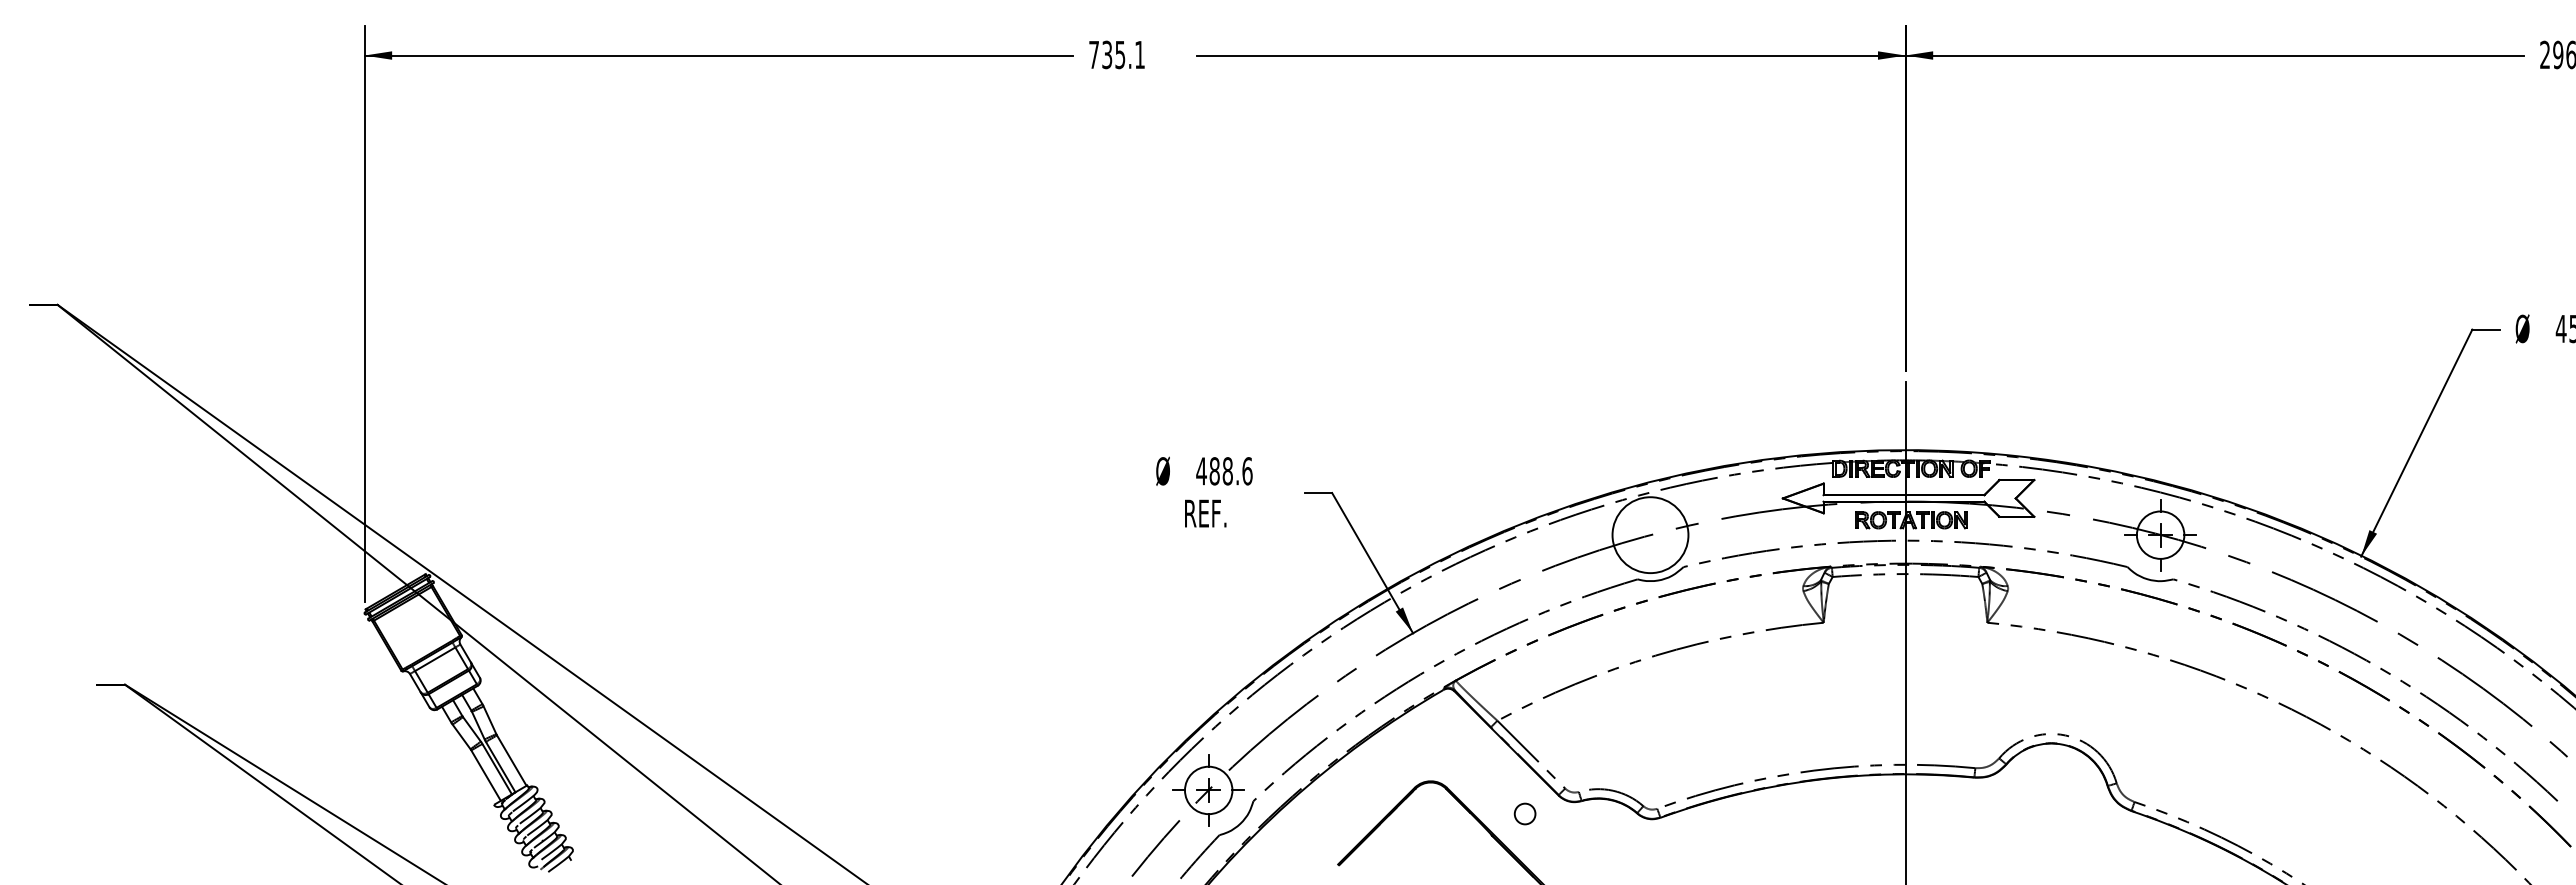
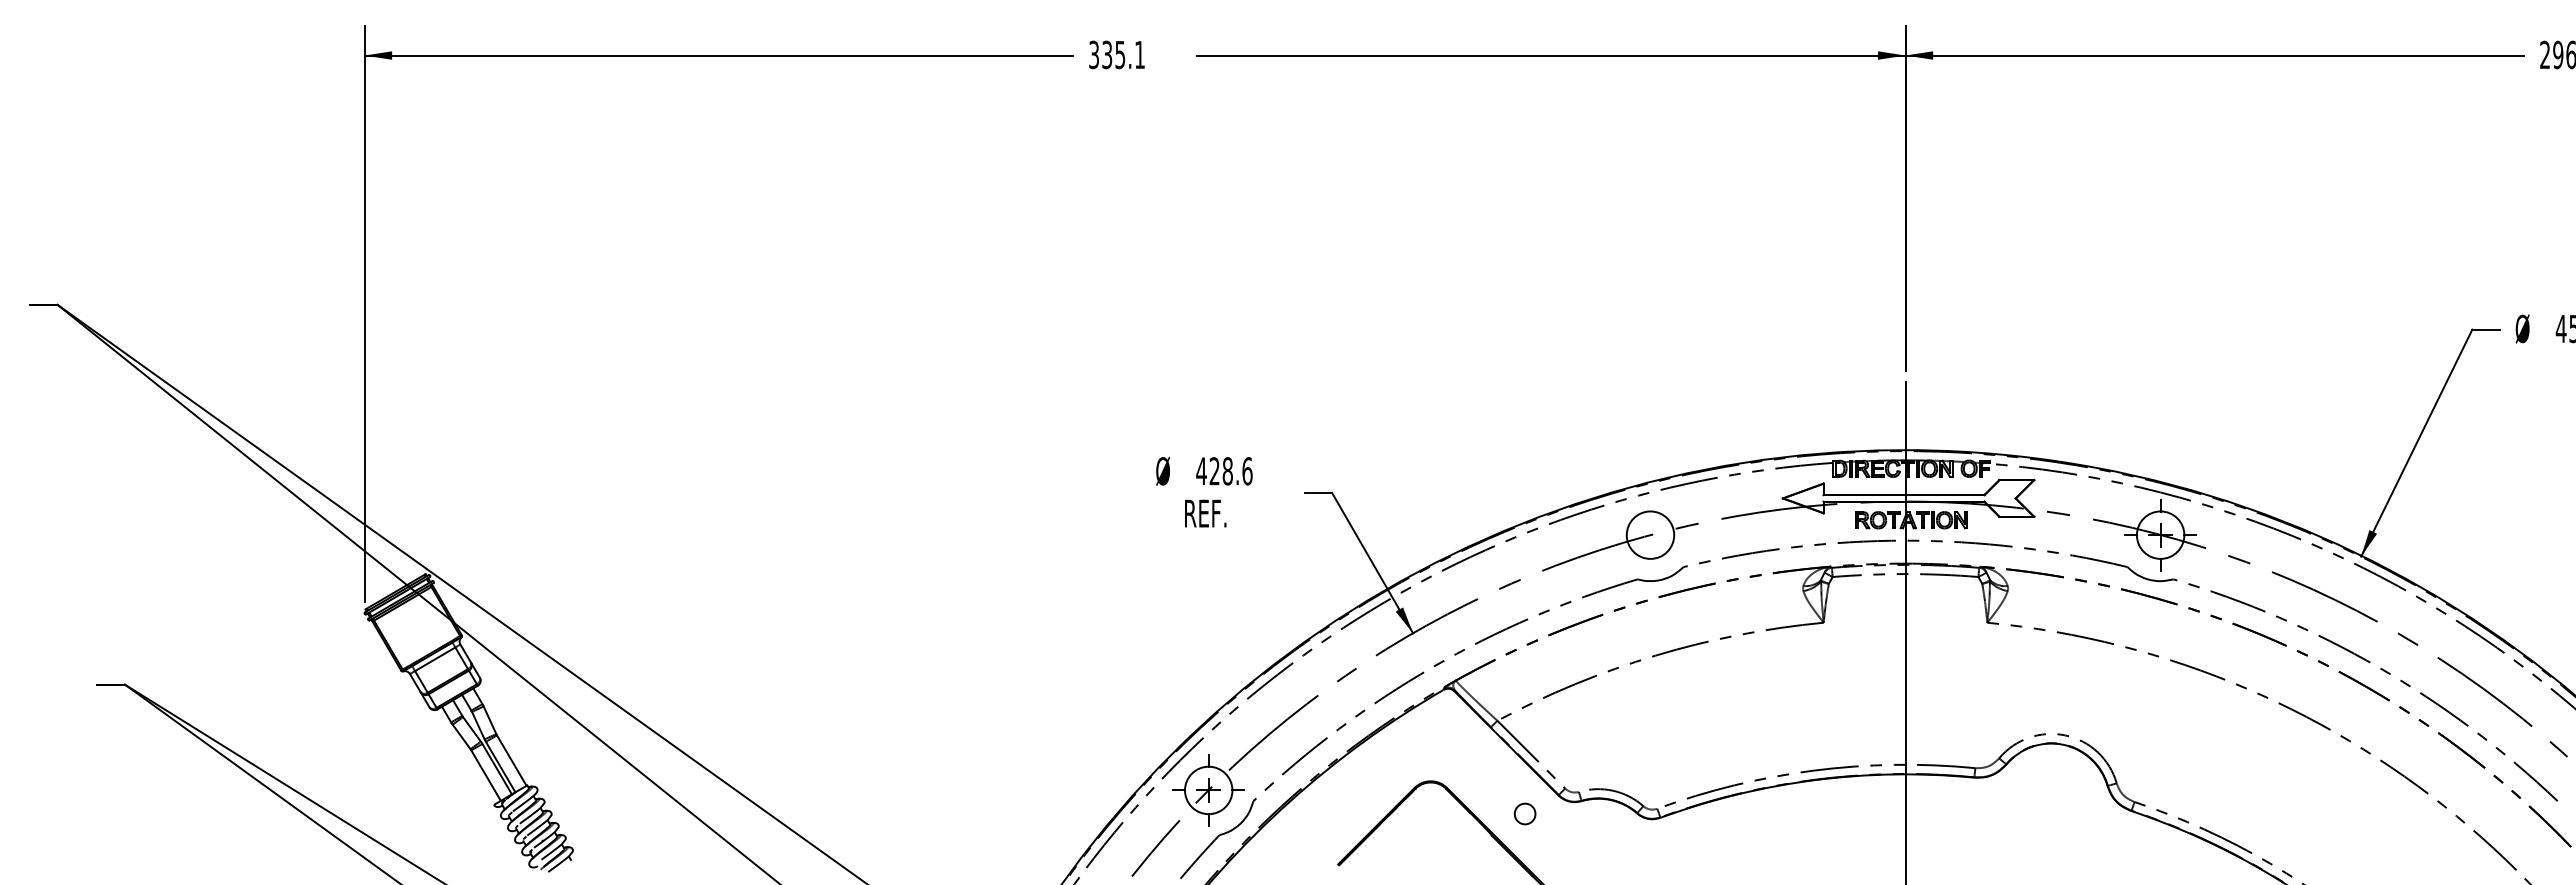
text at (1093, 54): 735.1 -> 335.1
text at (1214, 471): 488.6 -> 428.6
circle at (1650, 535) diameter: 76 px -> 47 px
